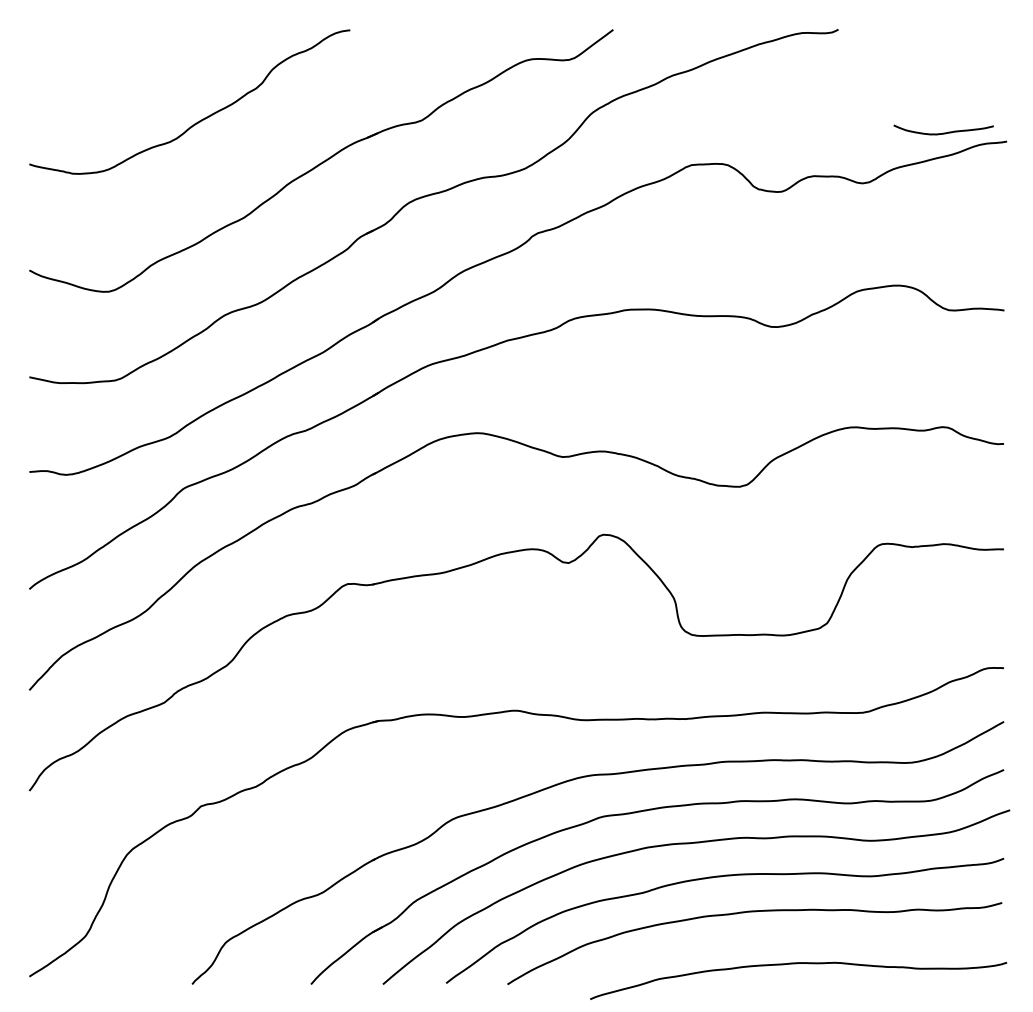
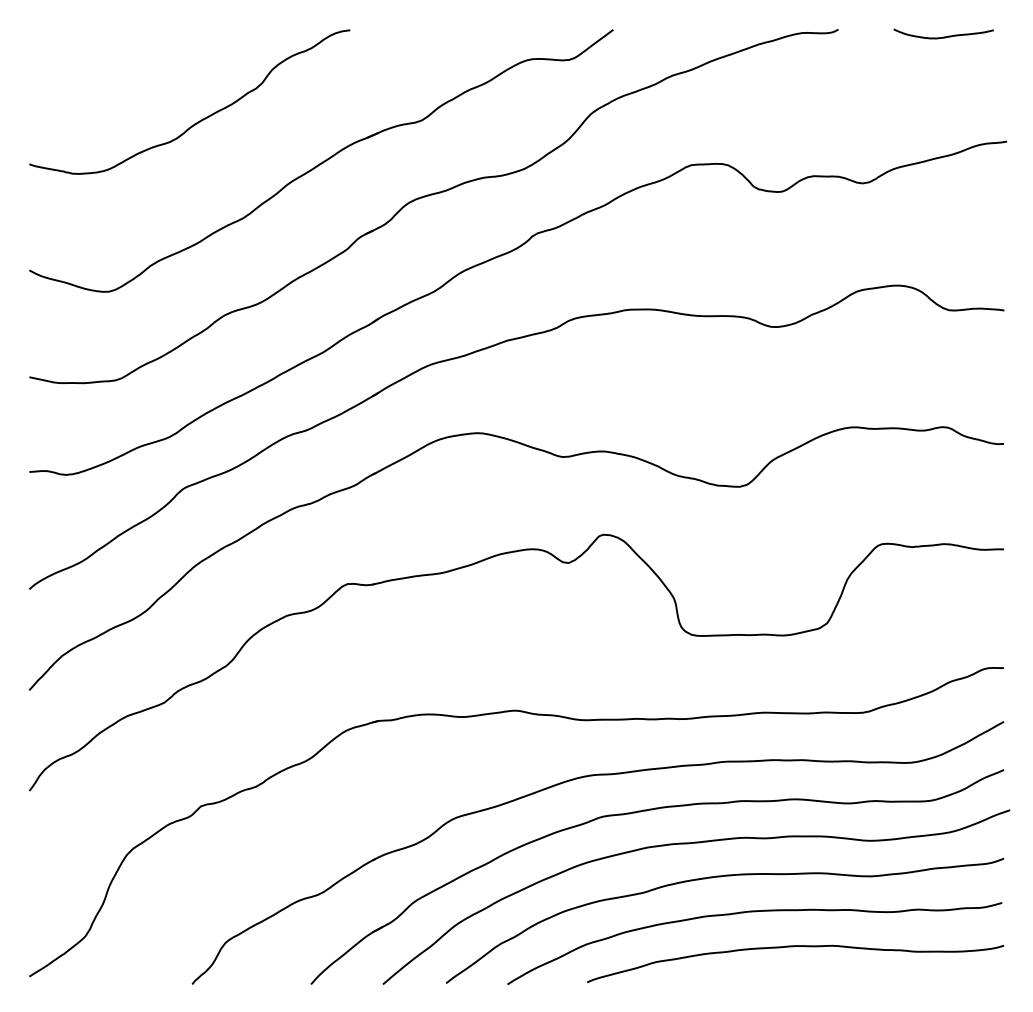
curve at (943, 132) position: (943, 132) -> (943, 36)
curve at (796, 964) position: (796, 964) -> (793, 947)
